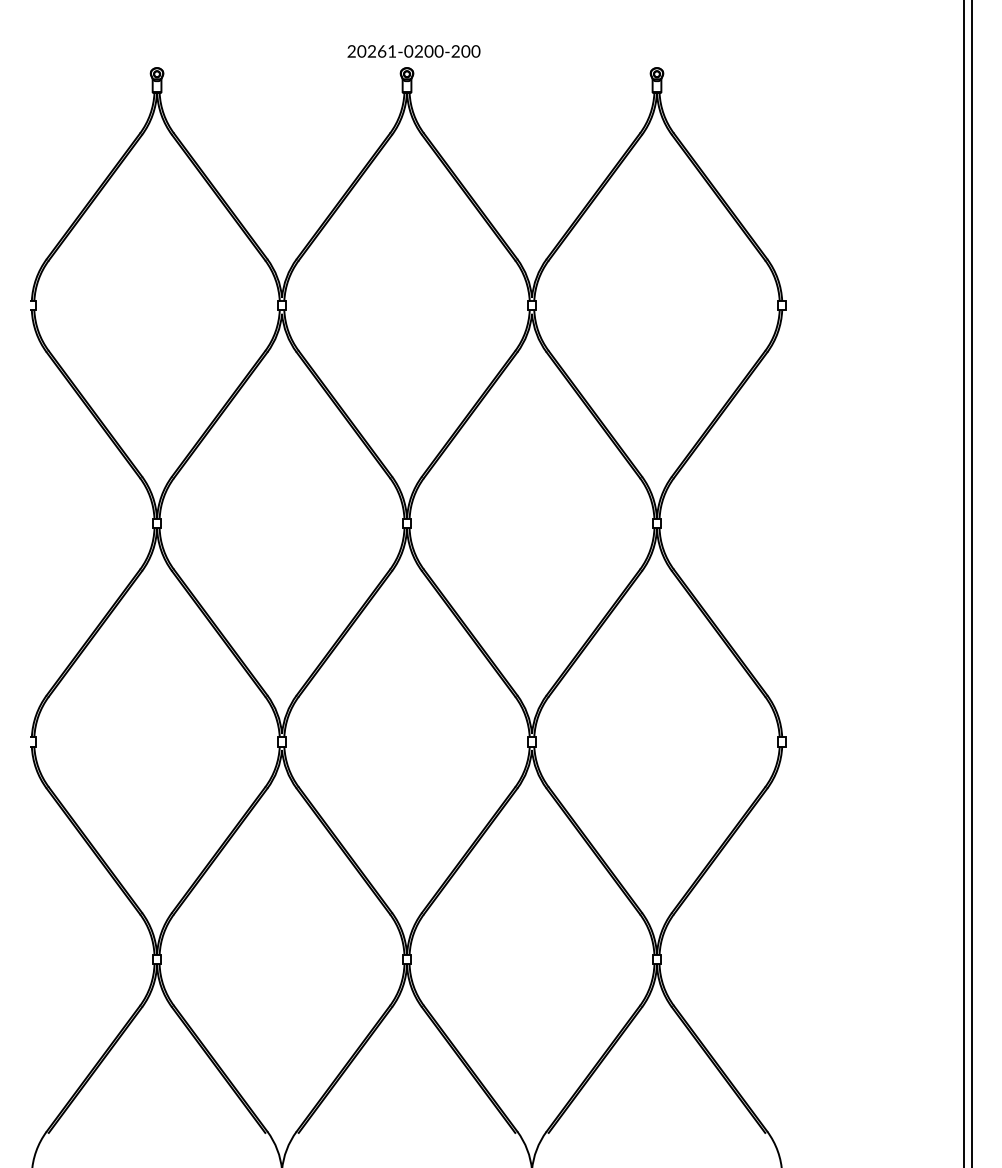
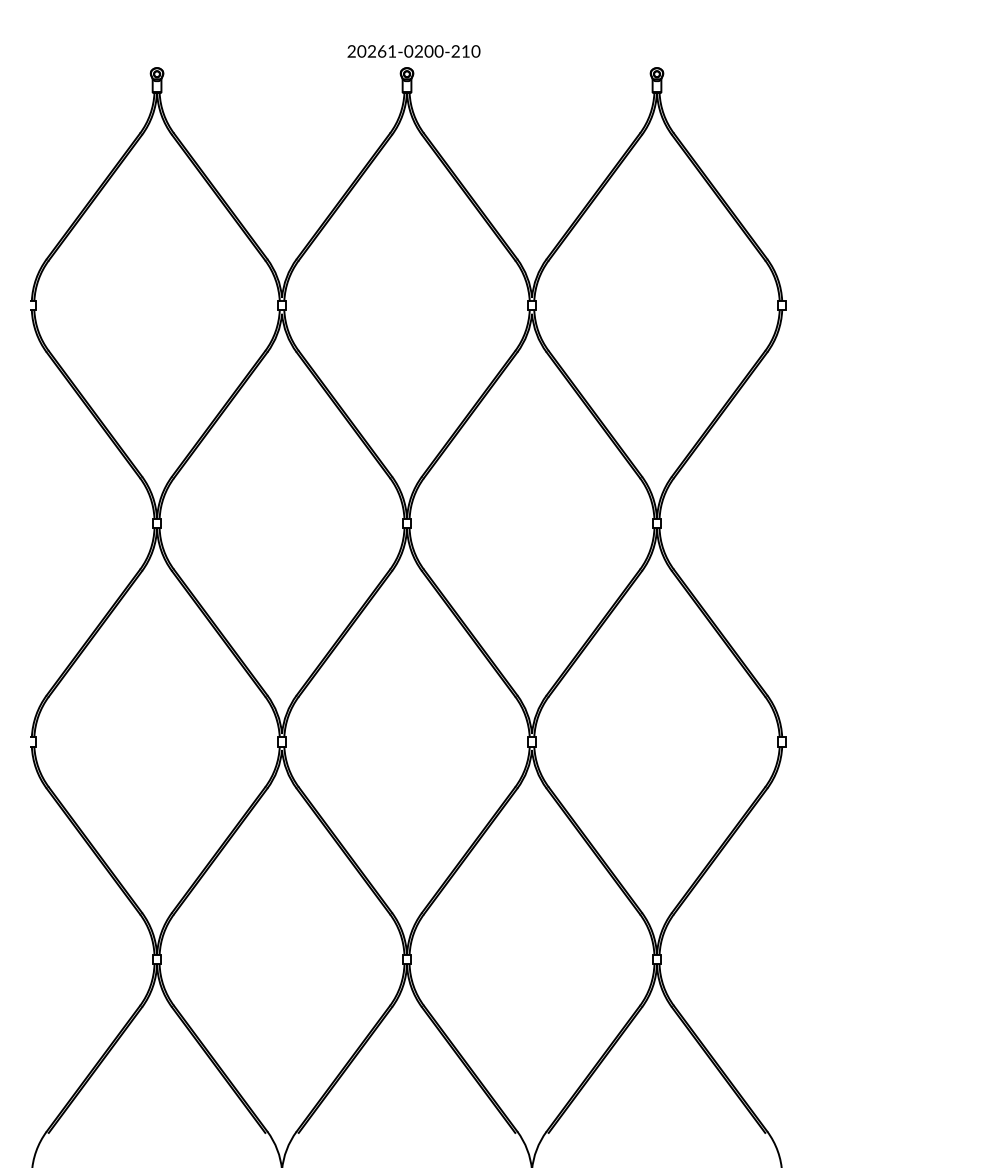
text at (465, 51): 20261-0200-200 -> 20261-0200-210
line at (964, 583): present -> none
line at (971, 583): present -> none
